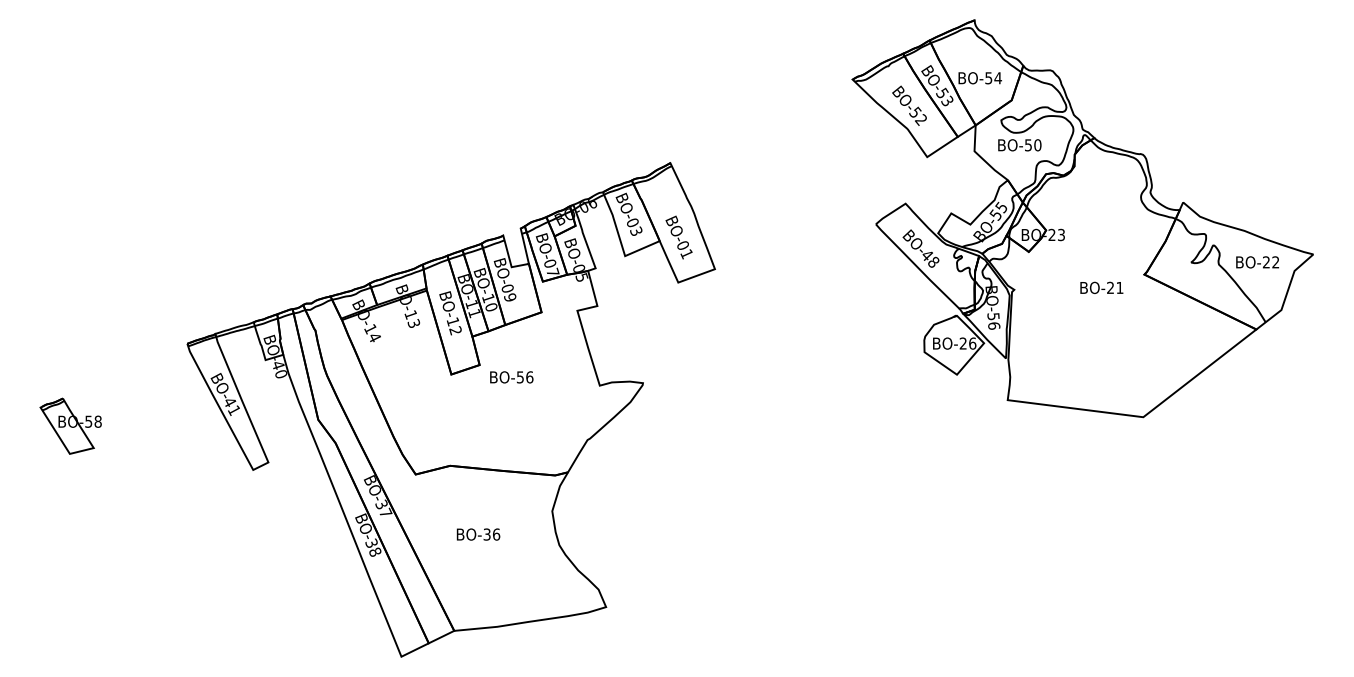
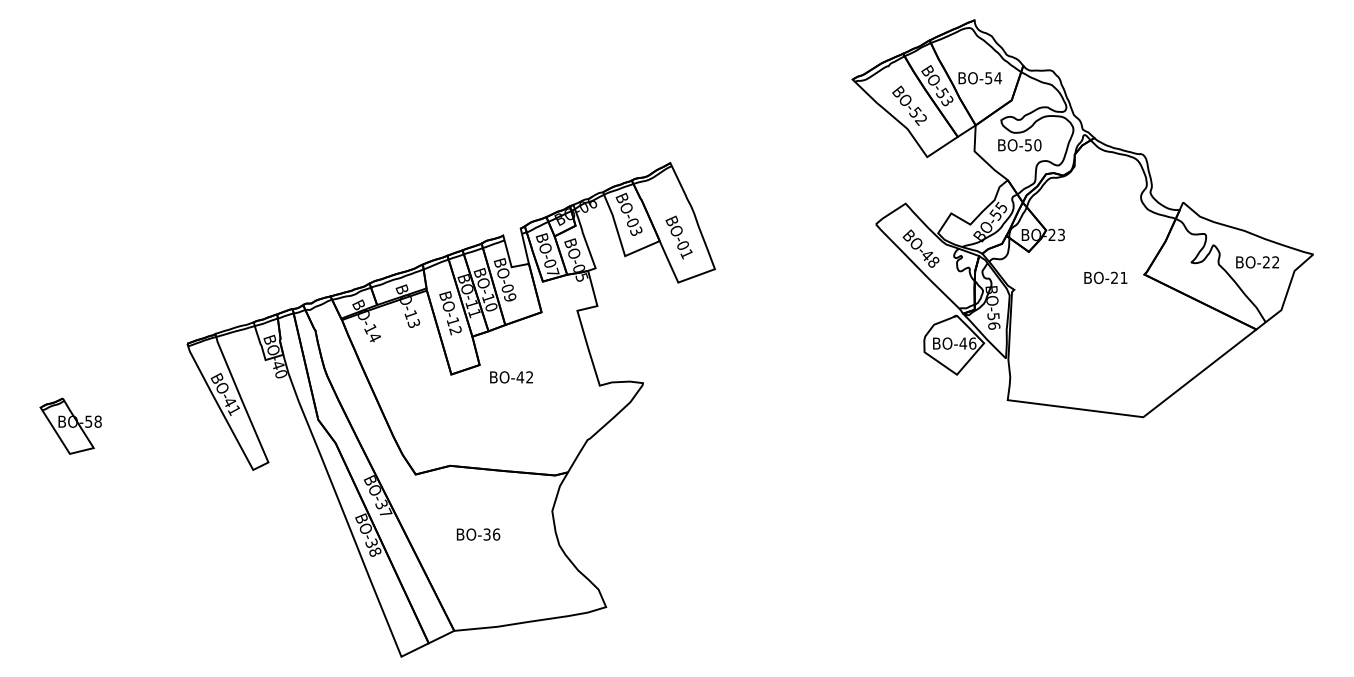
text at (1101, 287) position: (1101, 287) -> (1105, 277)
text at (963, 343): BO-26 -> BO-46
text at (524, 377): BO-56 -> BO-42
